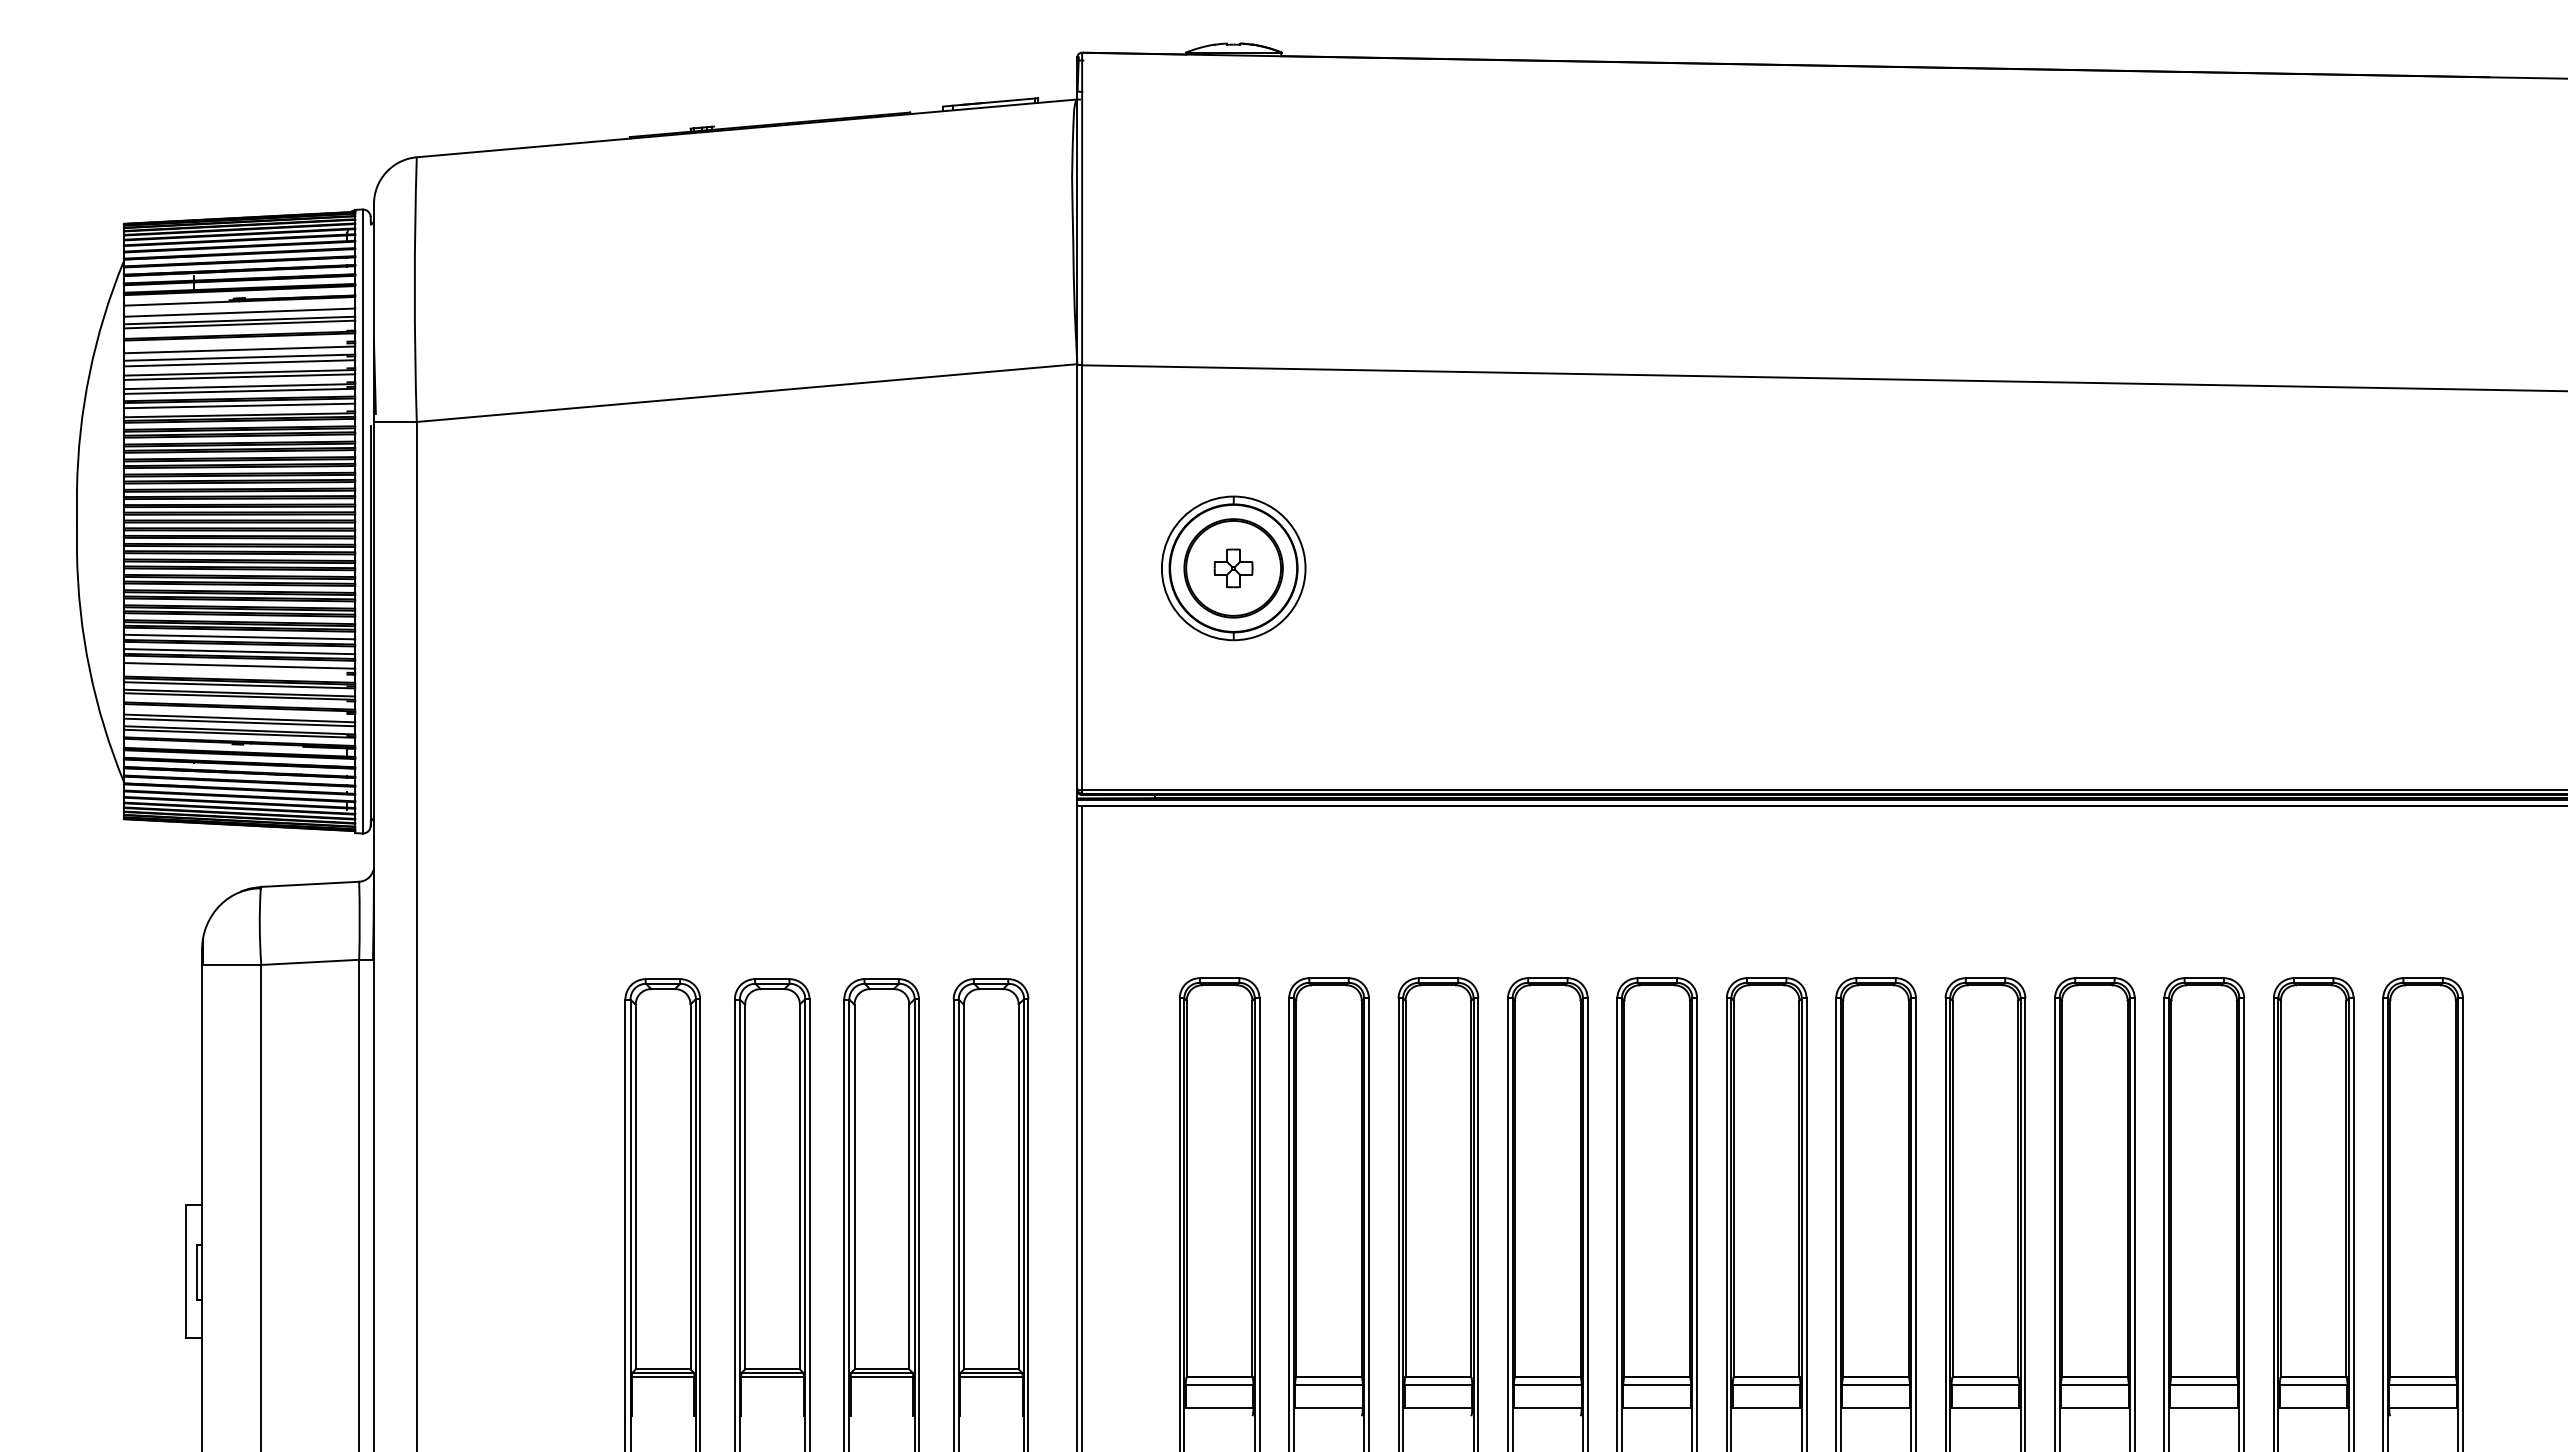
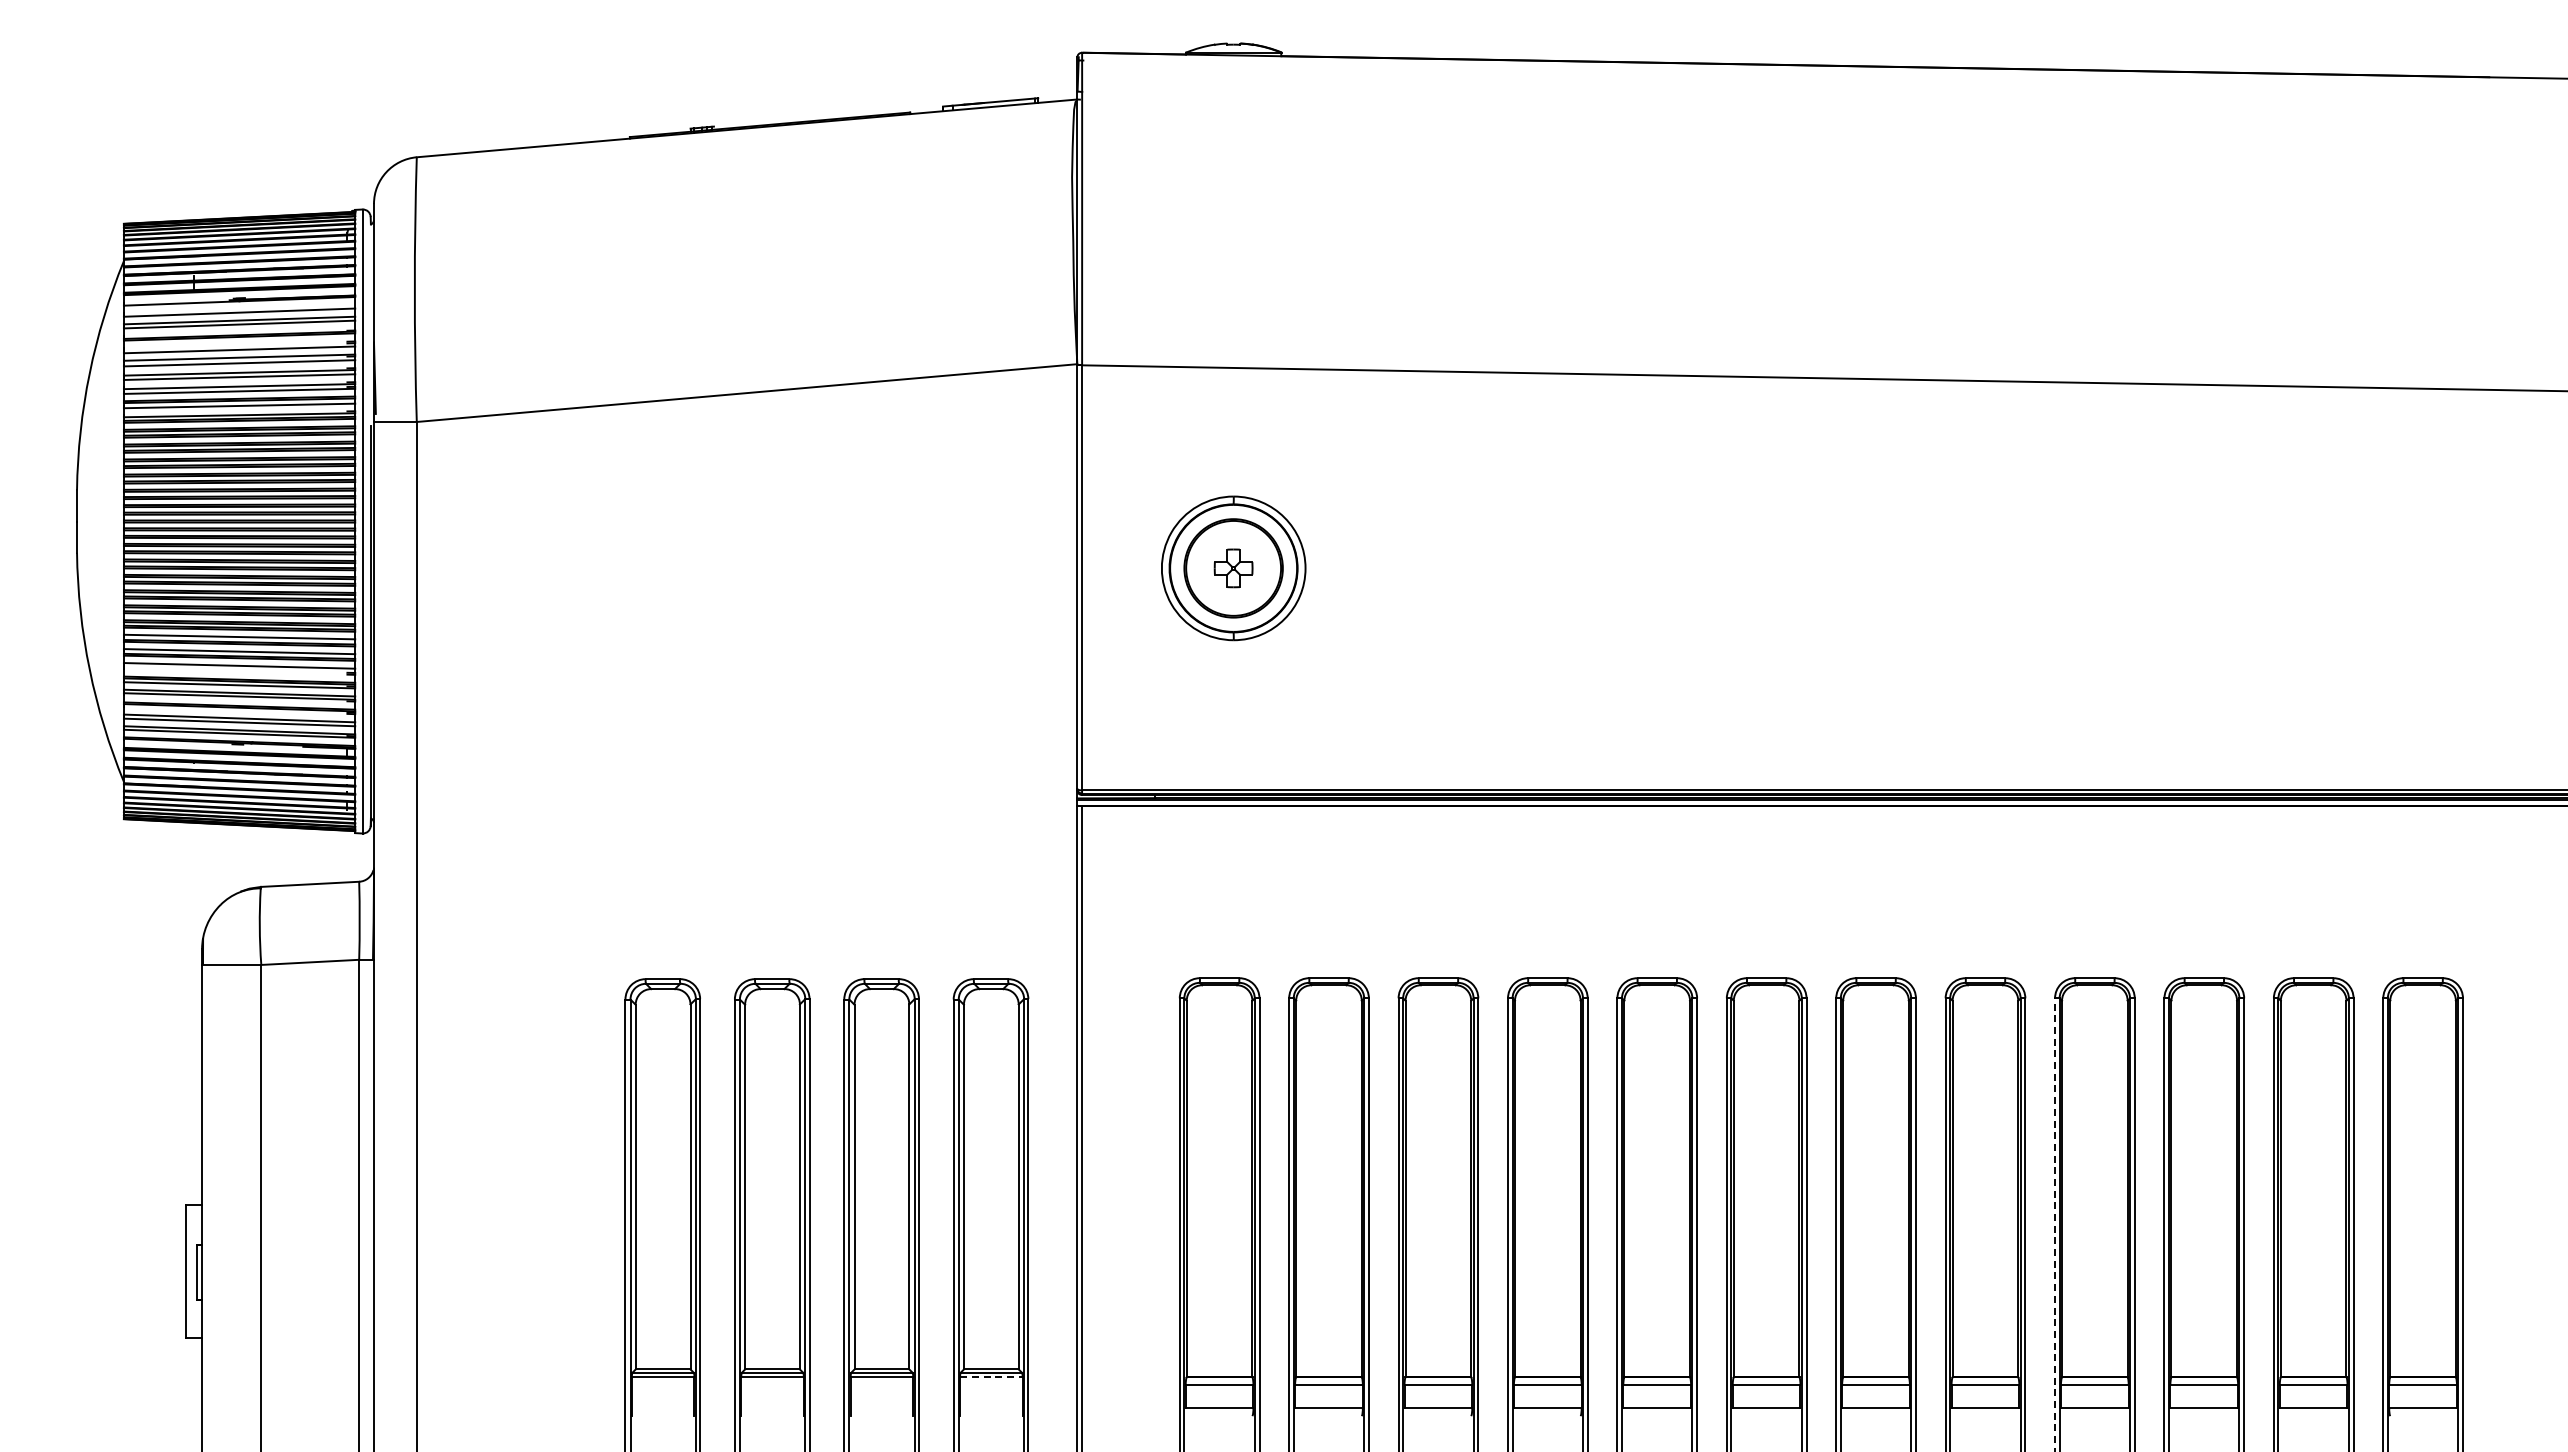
line at (2055, 1224): solid -> dashed
line at (991, 1377): solid -> dashed
